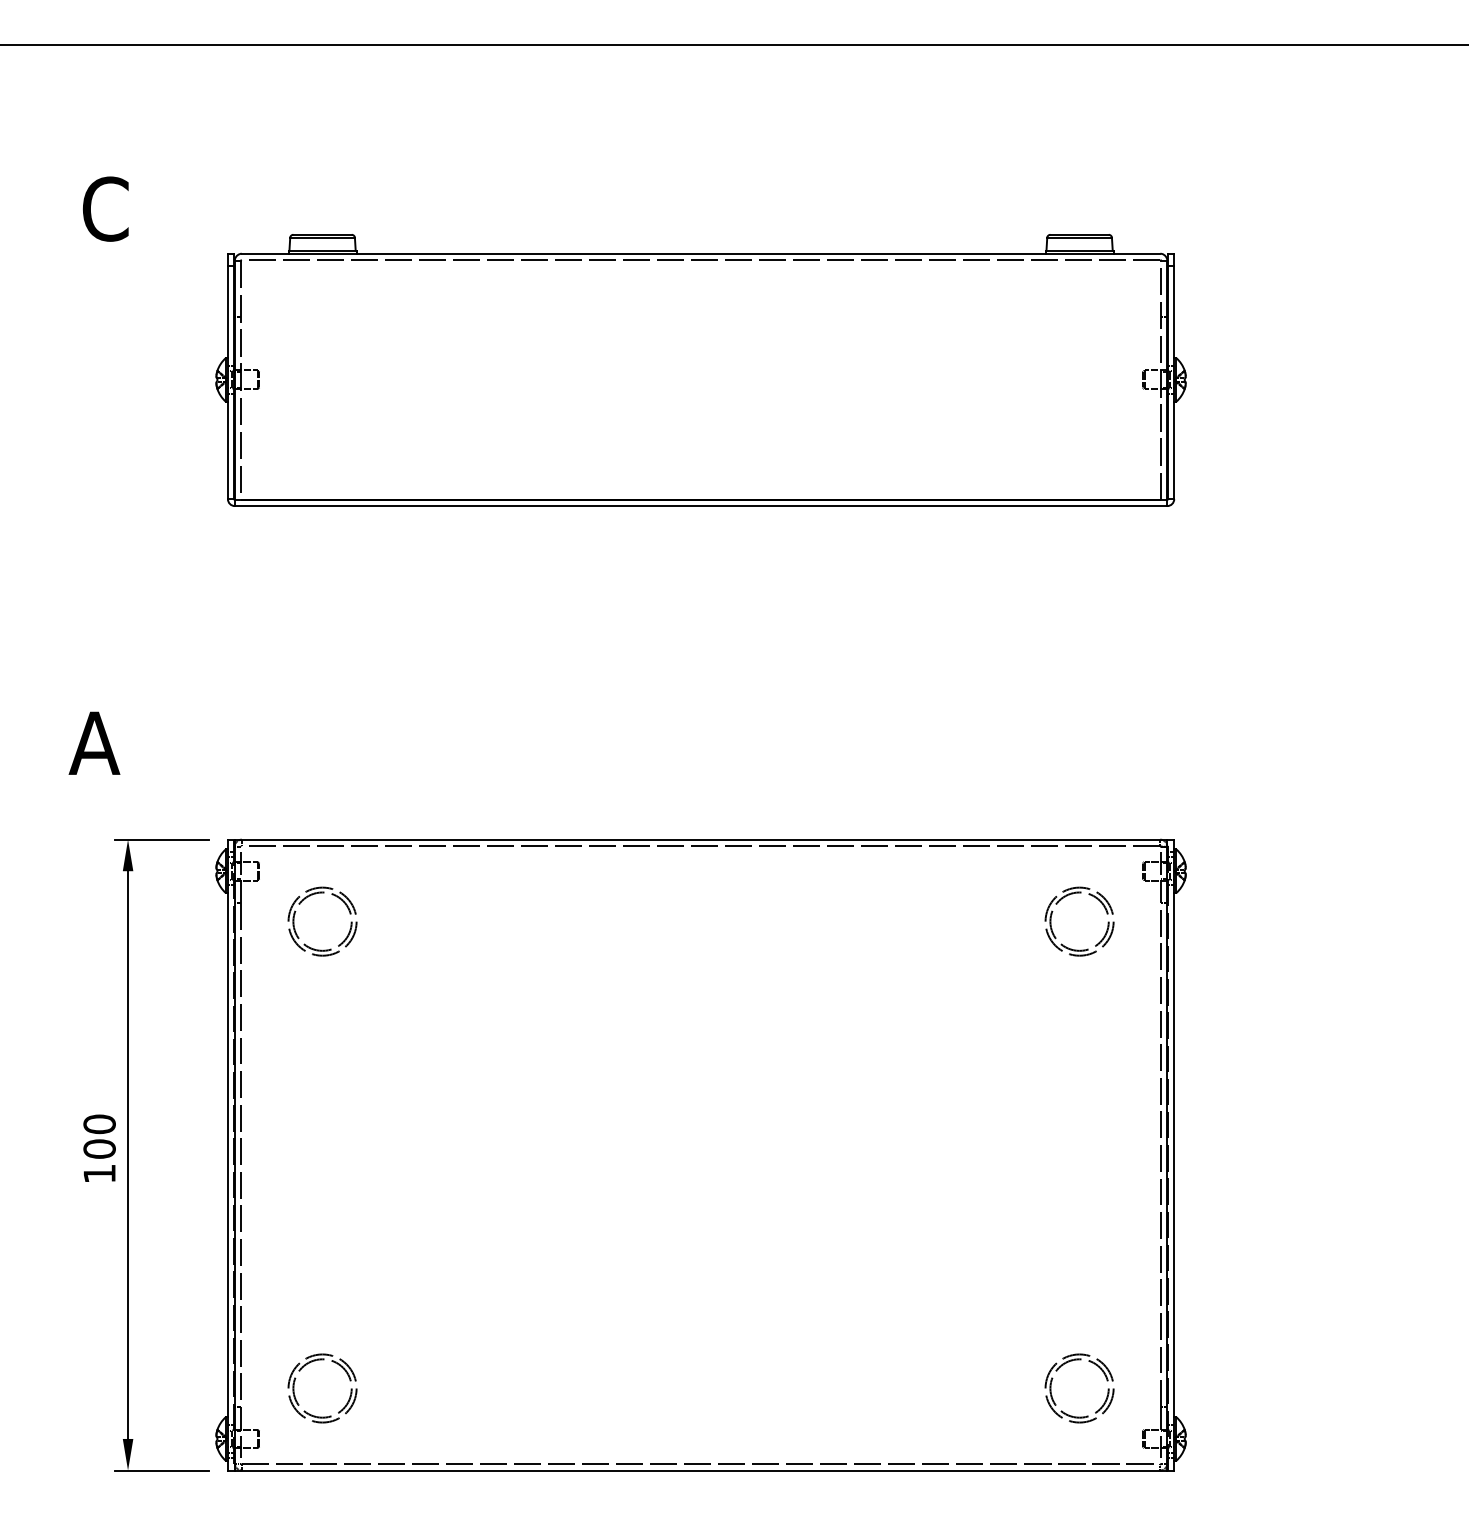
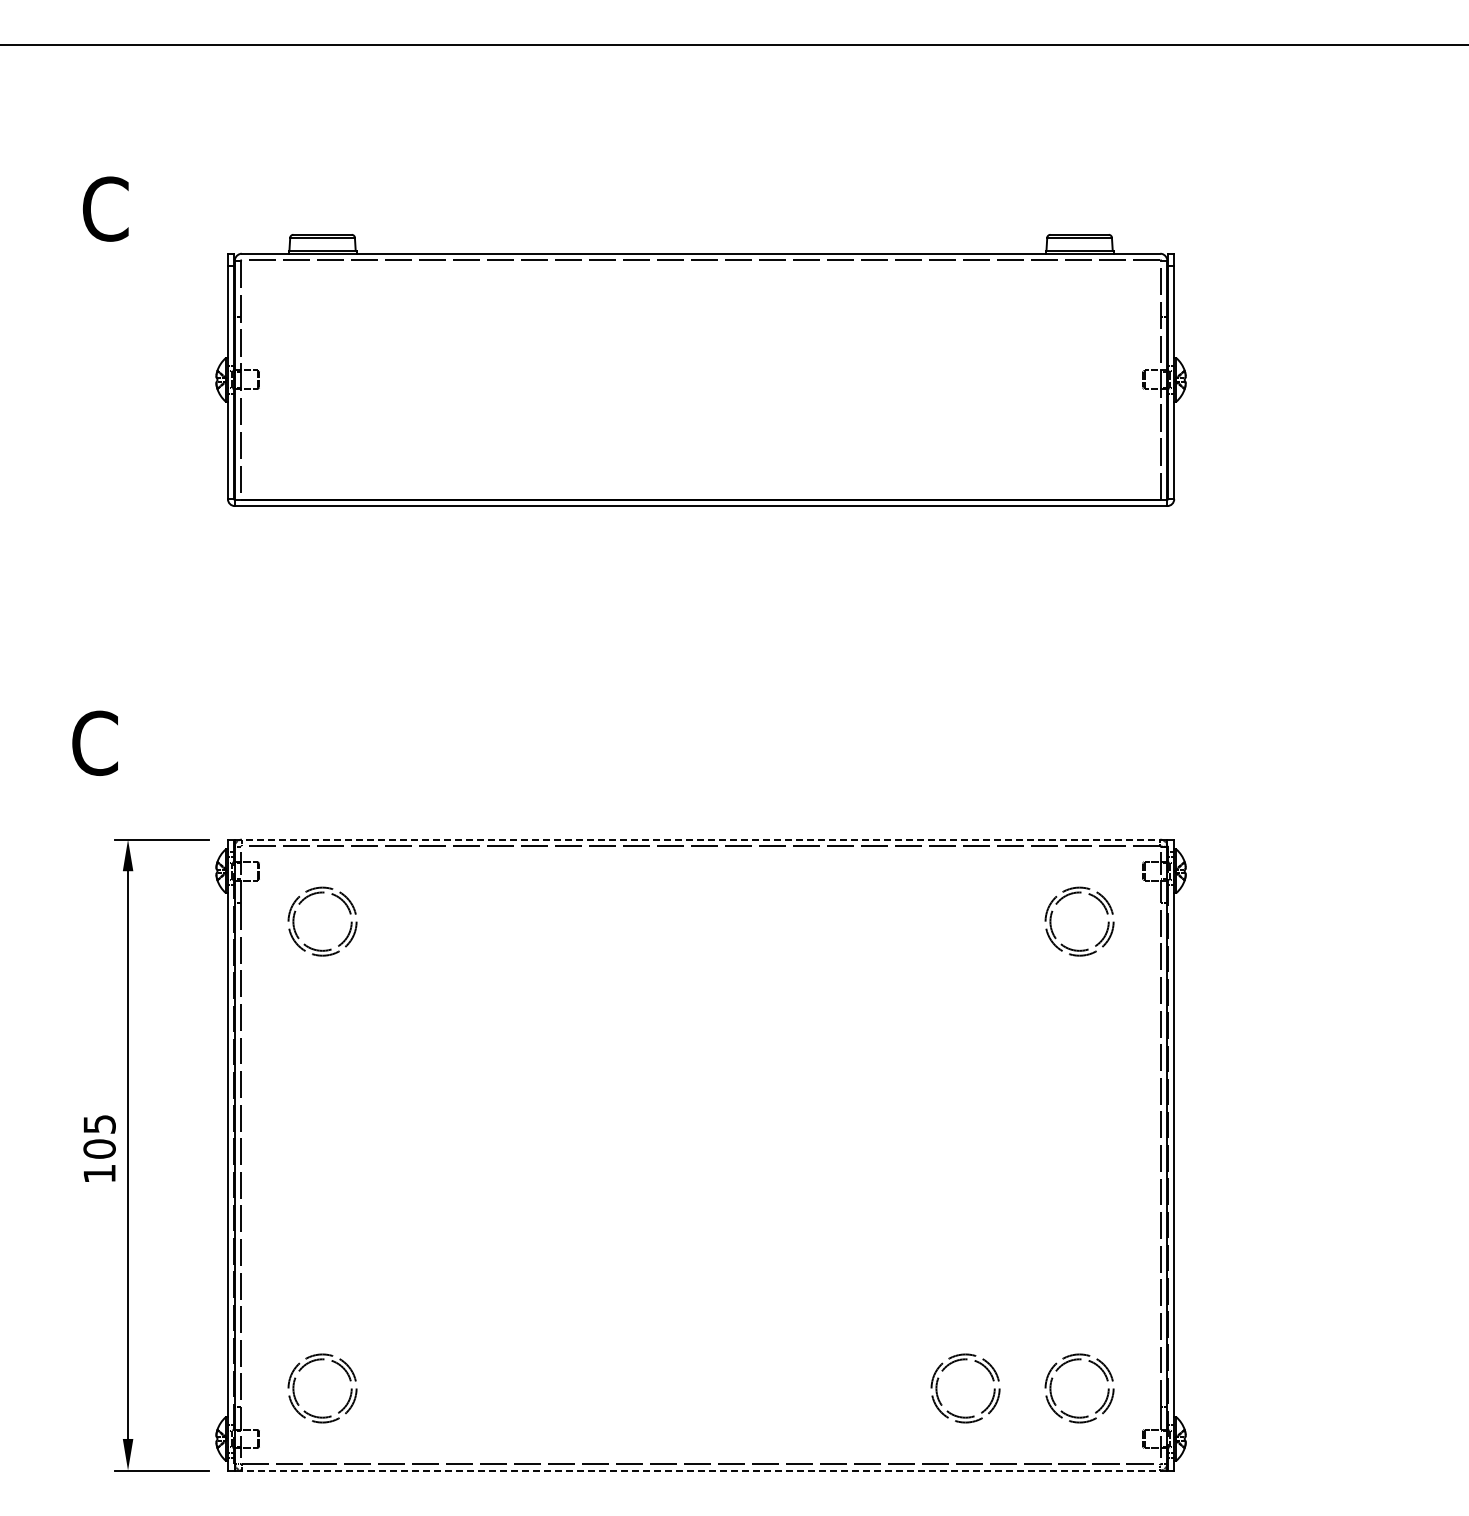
text at (94, 742): A -> C
line at (701, 839): solid -> dashed
text at (99, 1124): 100 -> 105
part at (941, 1402): none -> present
line at (700, 1470): solid -> dashed
